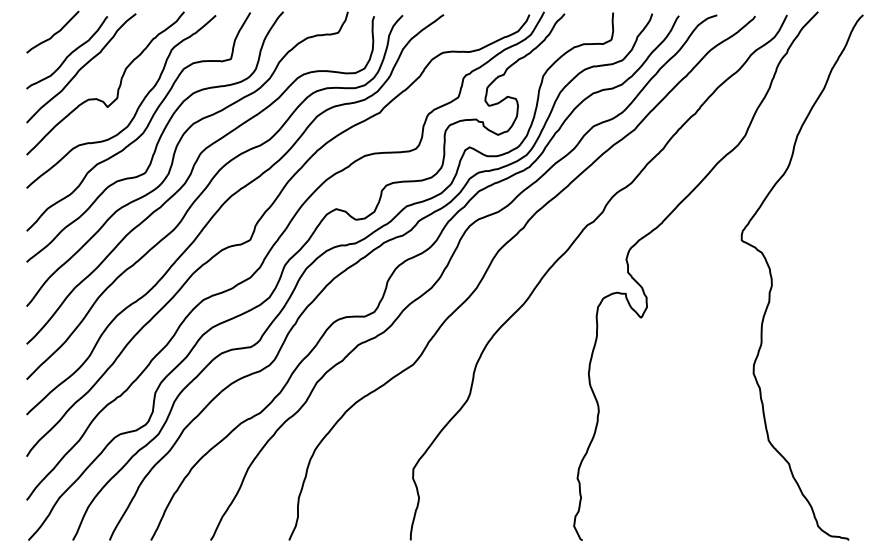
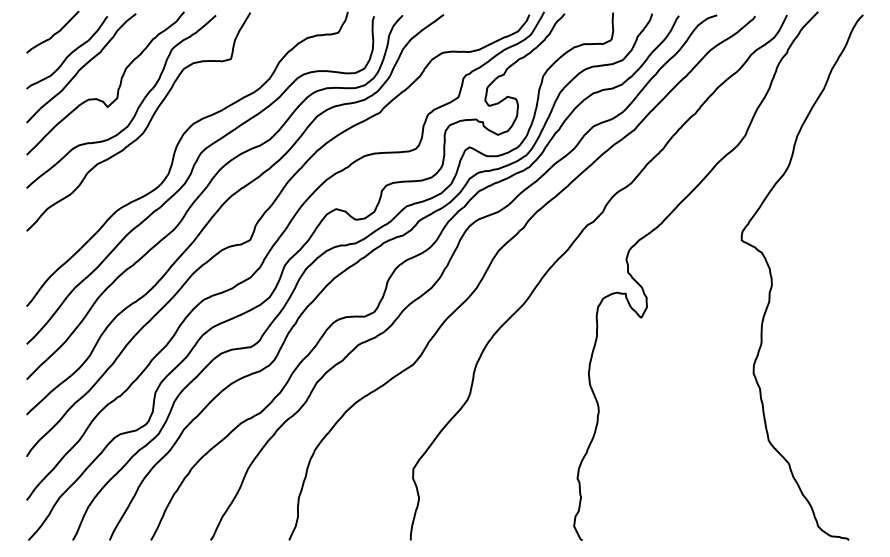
curve at (158, 138): present -> none
